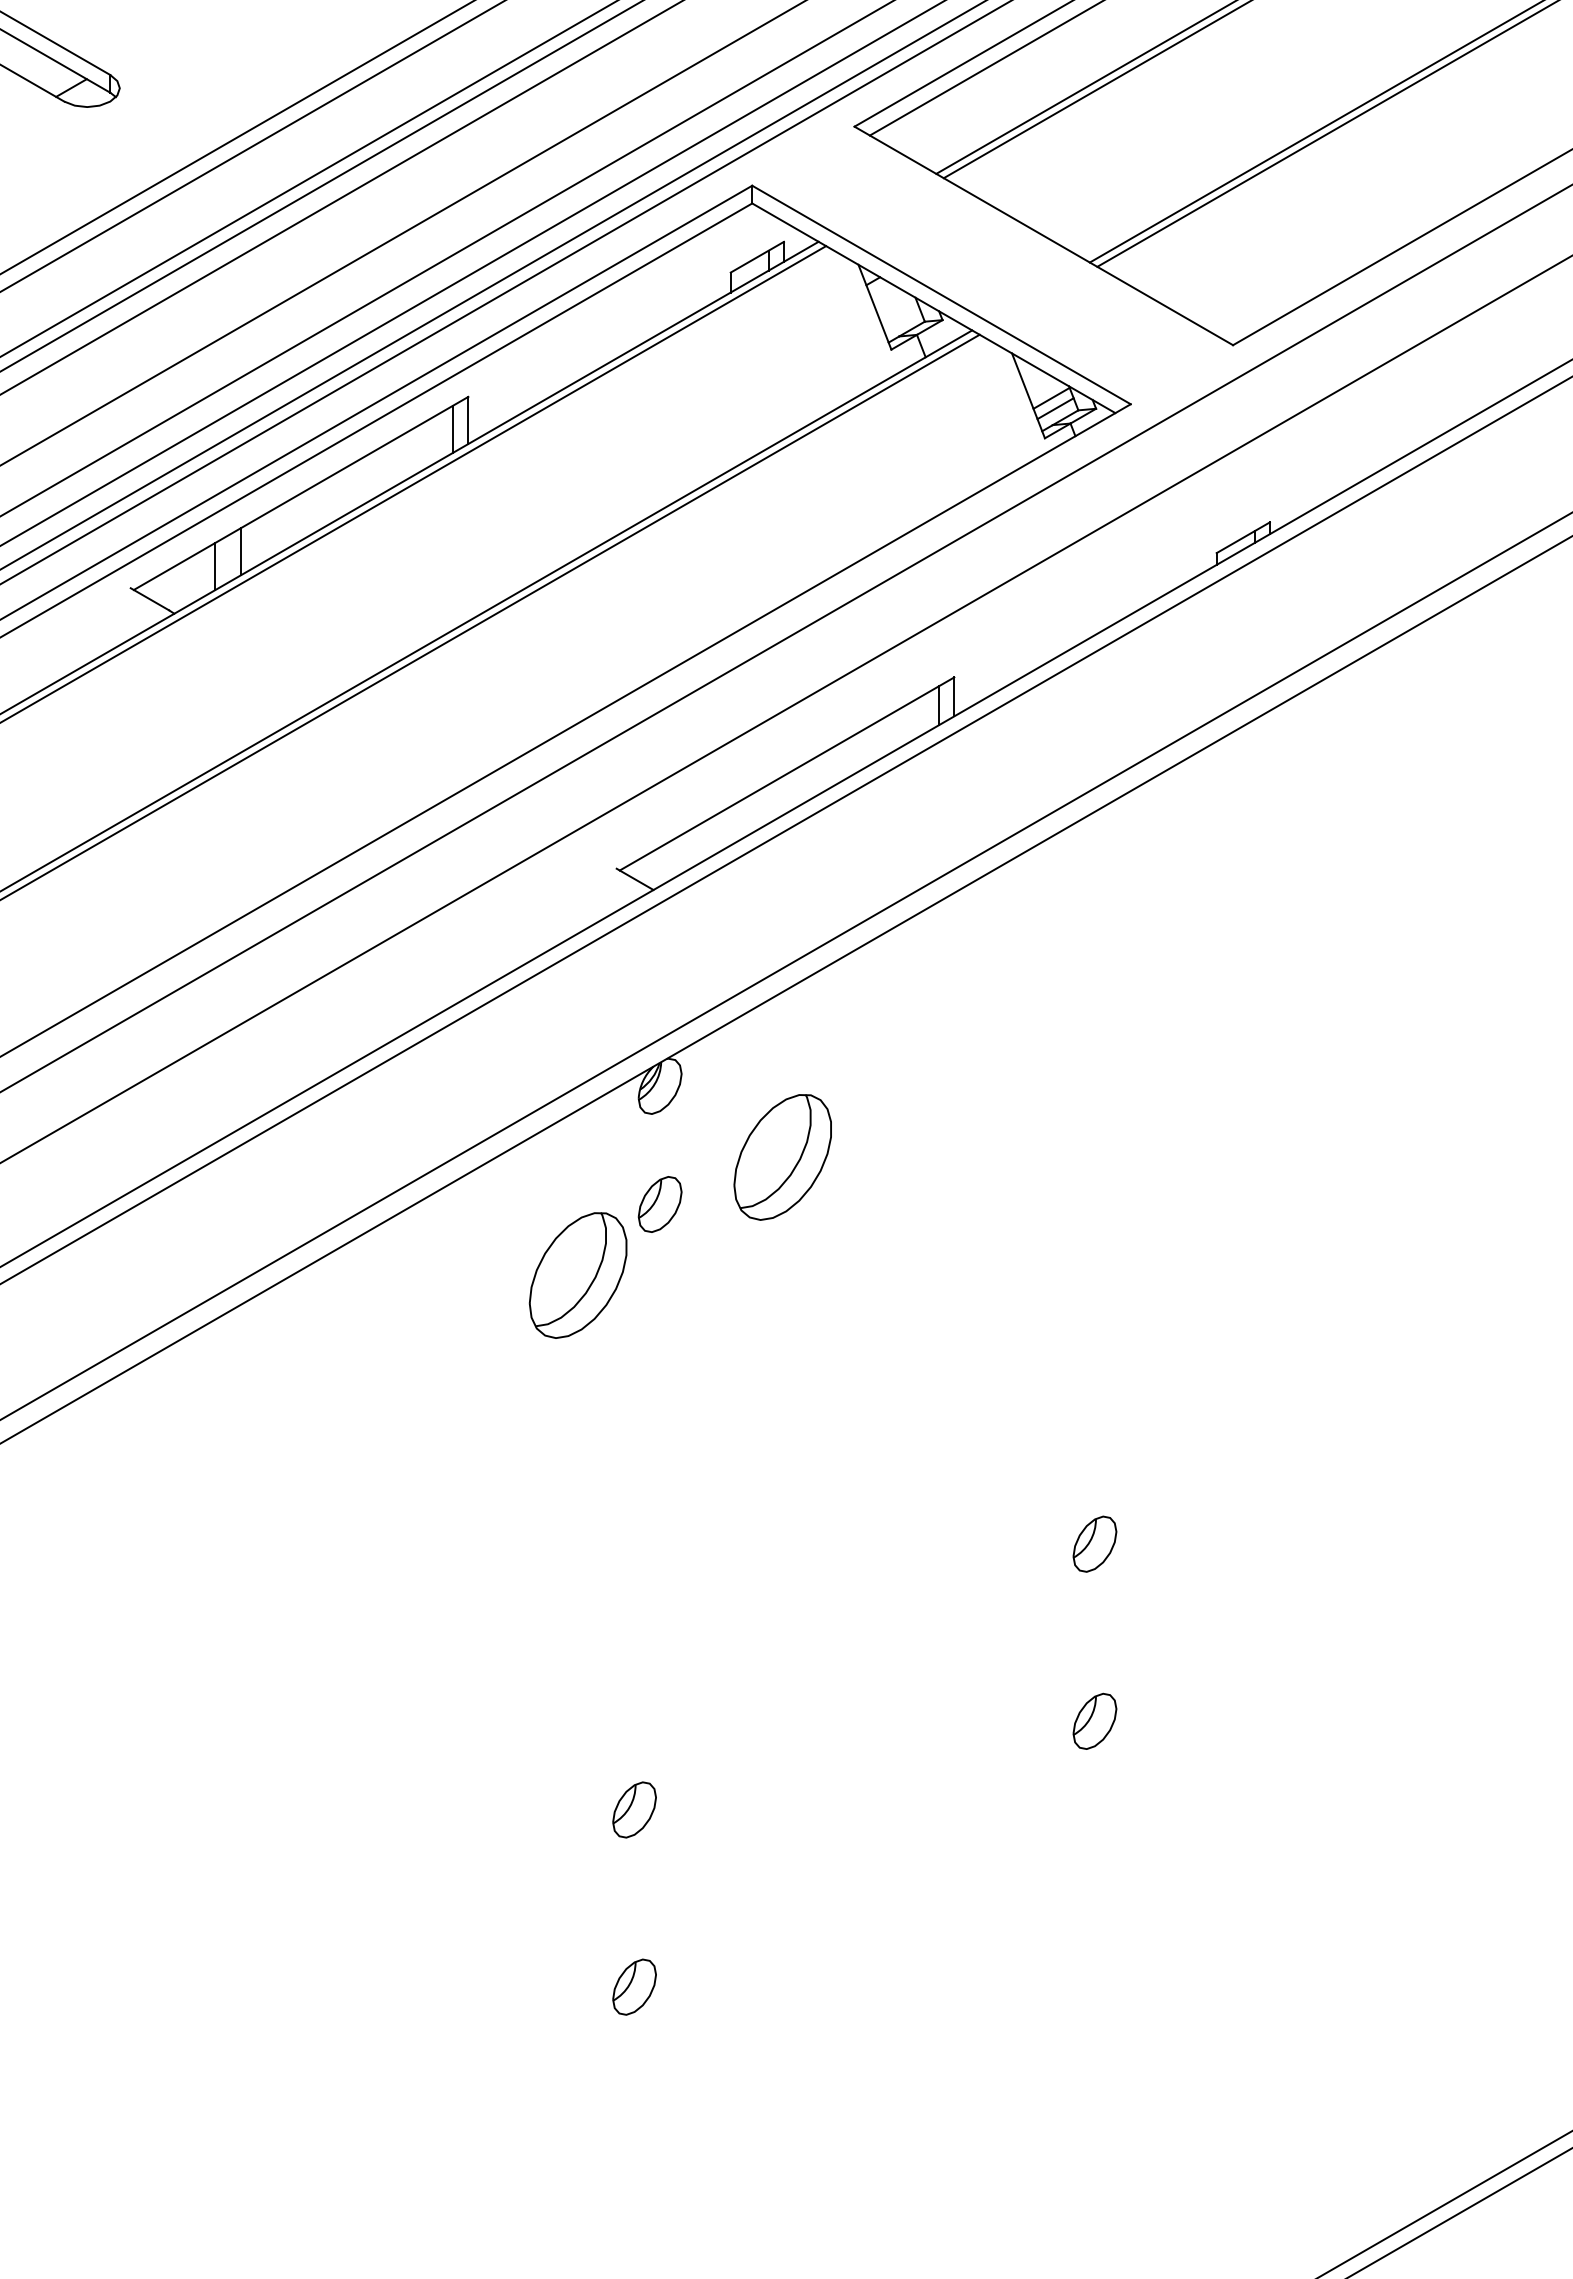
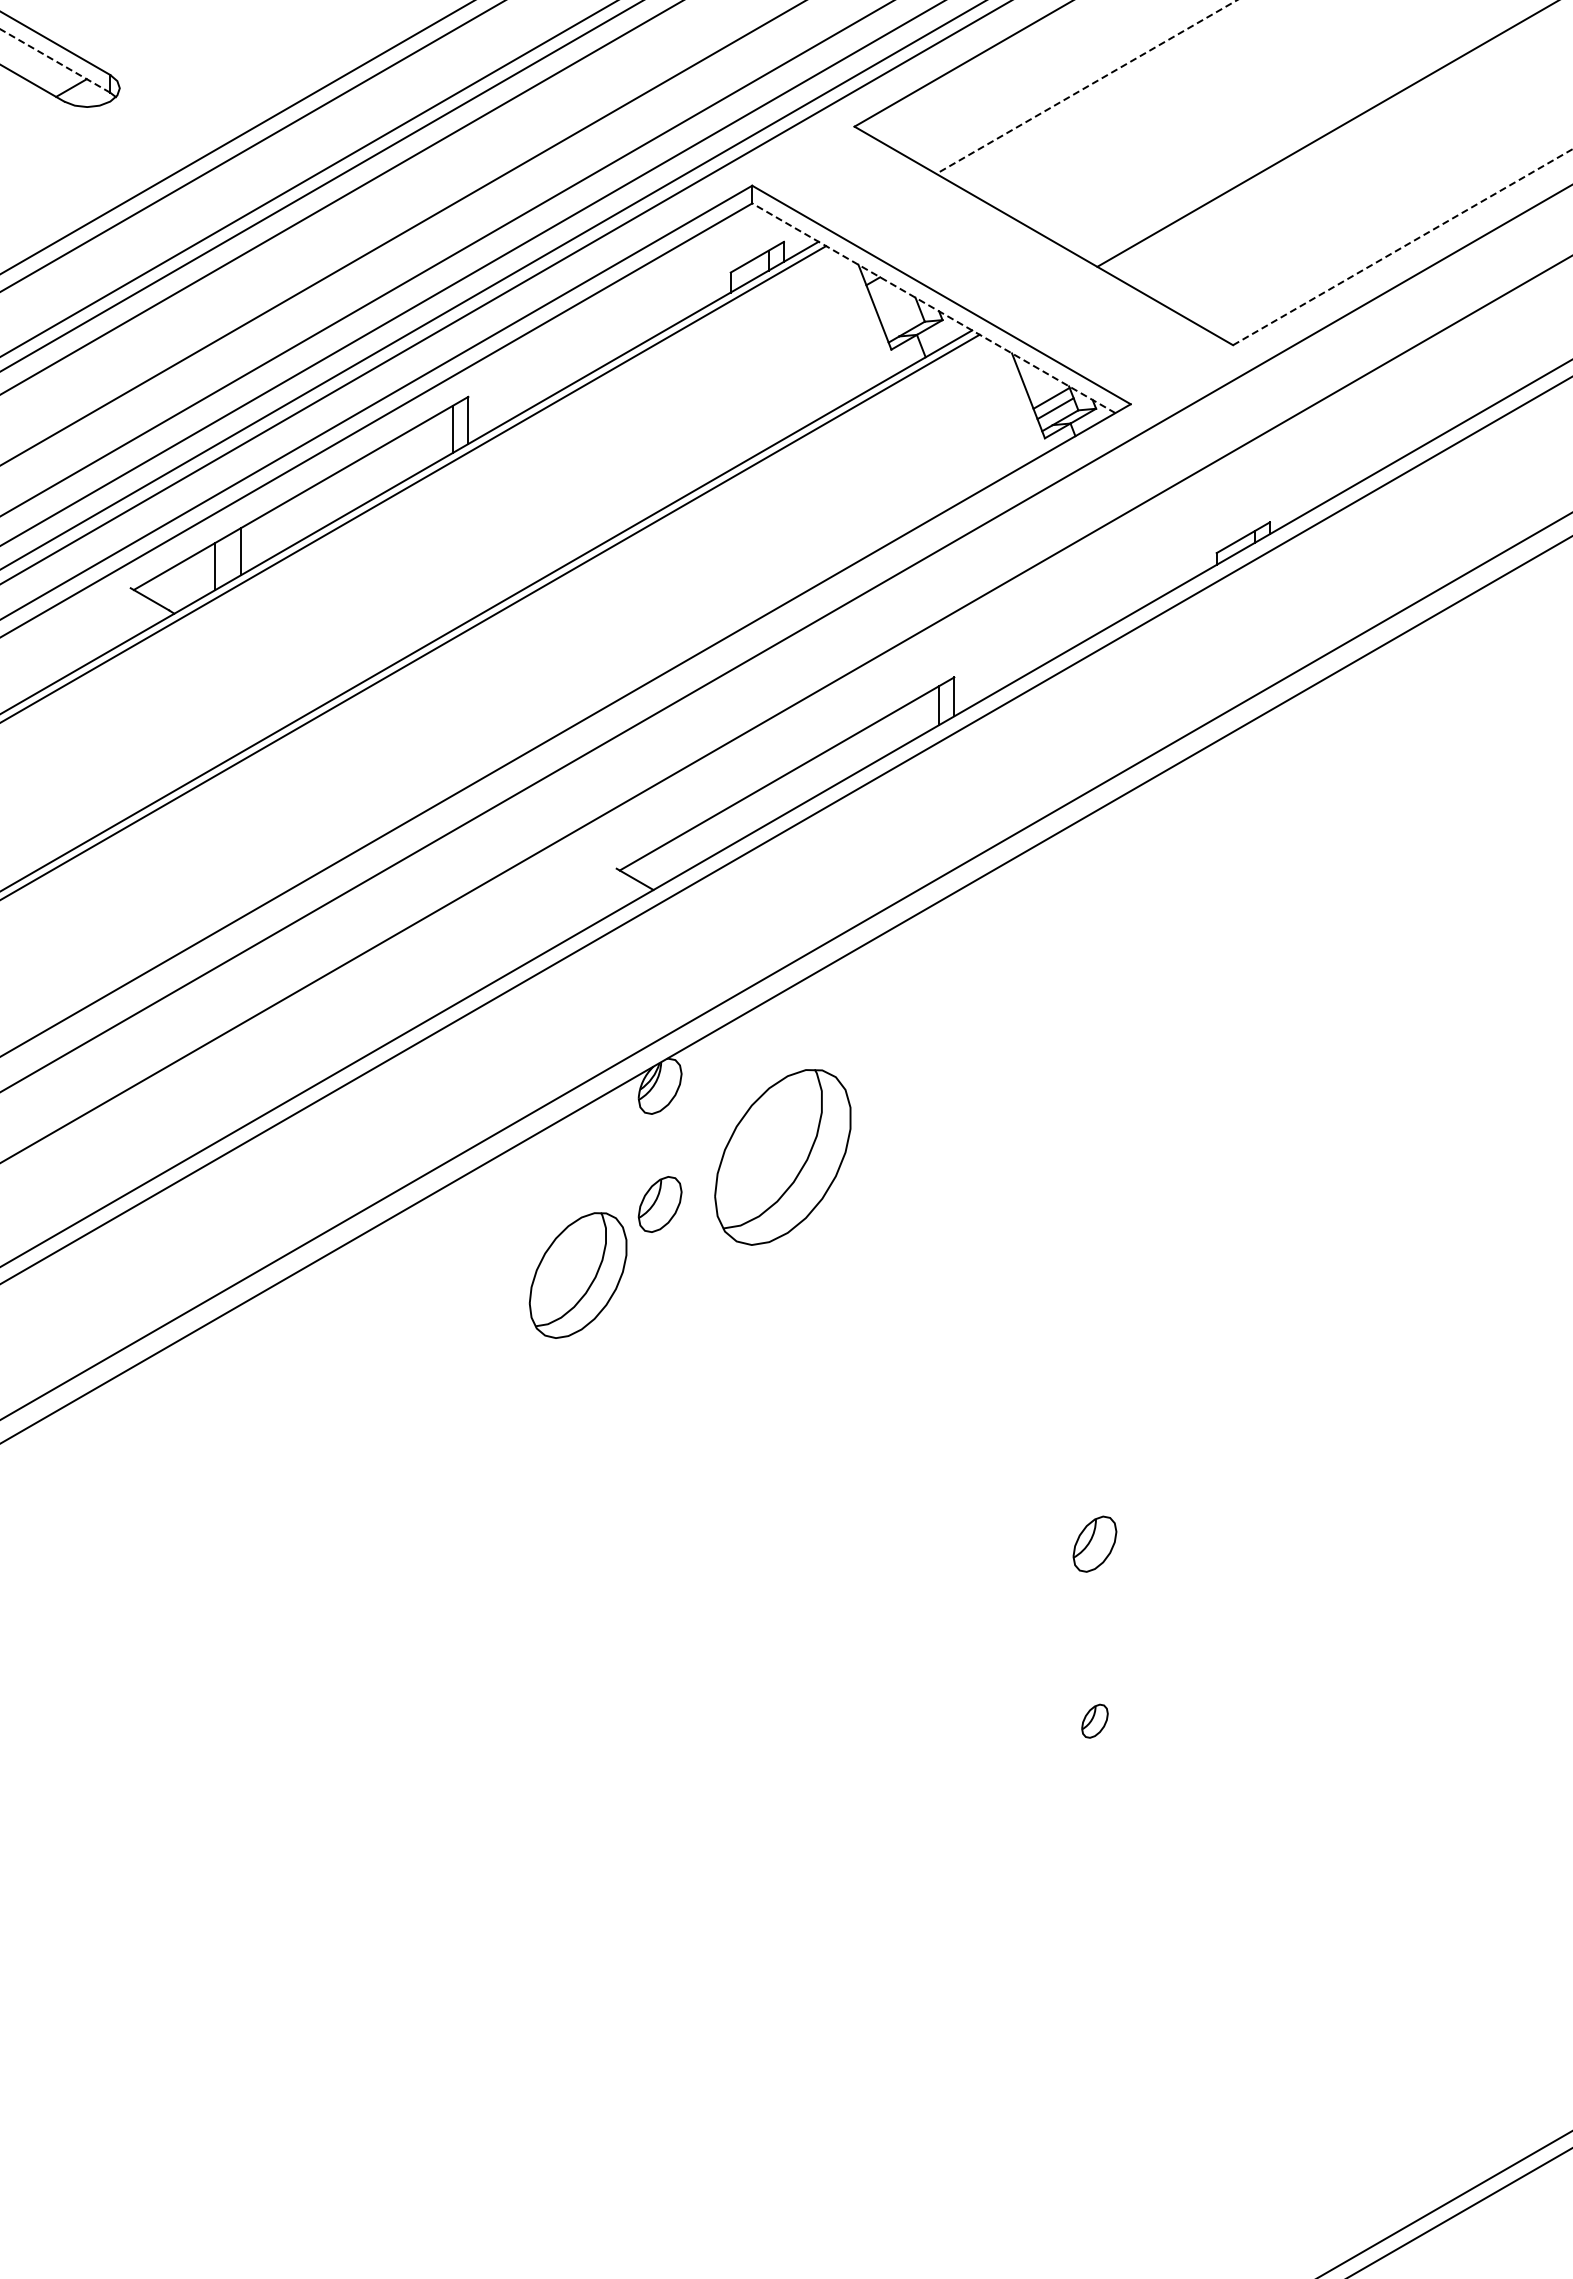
line at (54, 60): solid -> dashed
line at (985, 68): present -> none
line at (1086, 87): solid -> dashed
line at (1095, 90): present -> none
line at (1315, 132): present -> none
line at (1402, 247): solid -> dashed
line at (933, 308): solid -> dashed
part at (782, 1157) size: 99x127 px -> 138x177 px
part at (1094, 1720) size: 46x58 px -> 28x36 px
part at (634, 1809): present -> none
part at (634, 1986): present -> none
